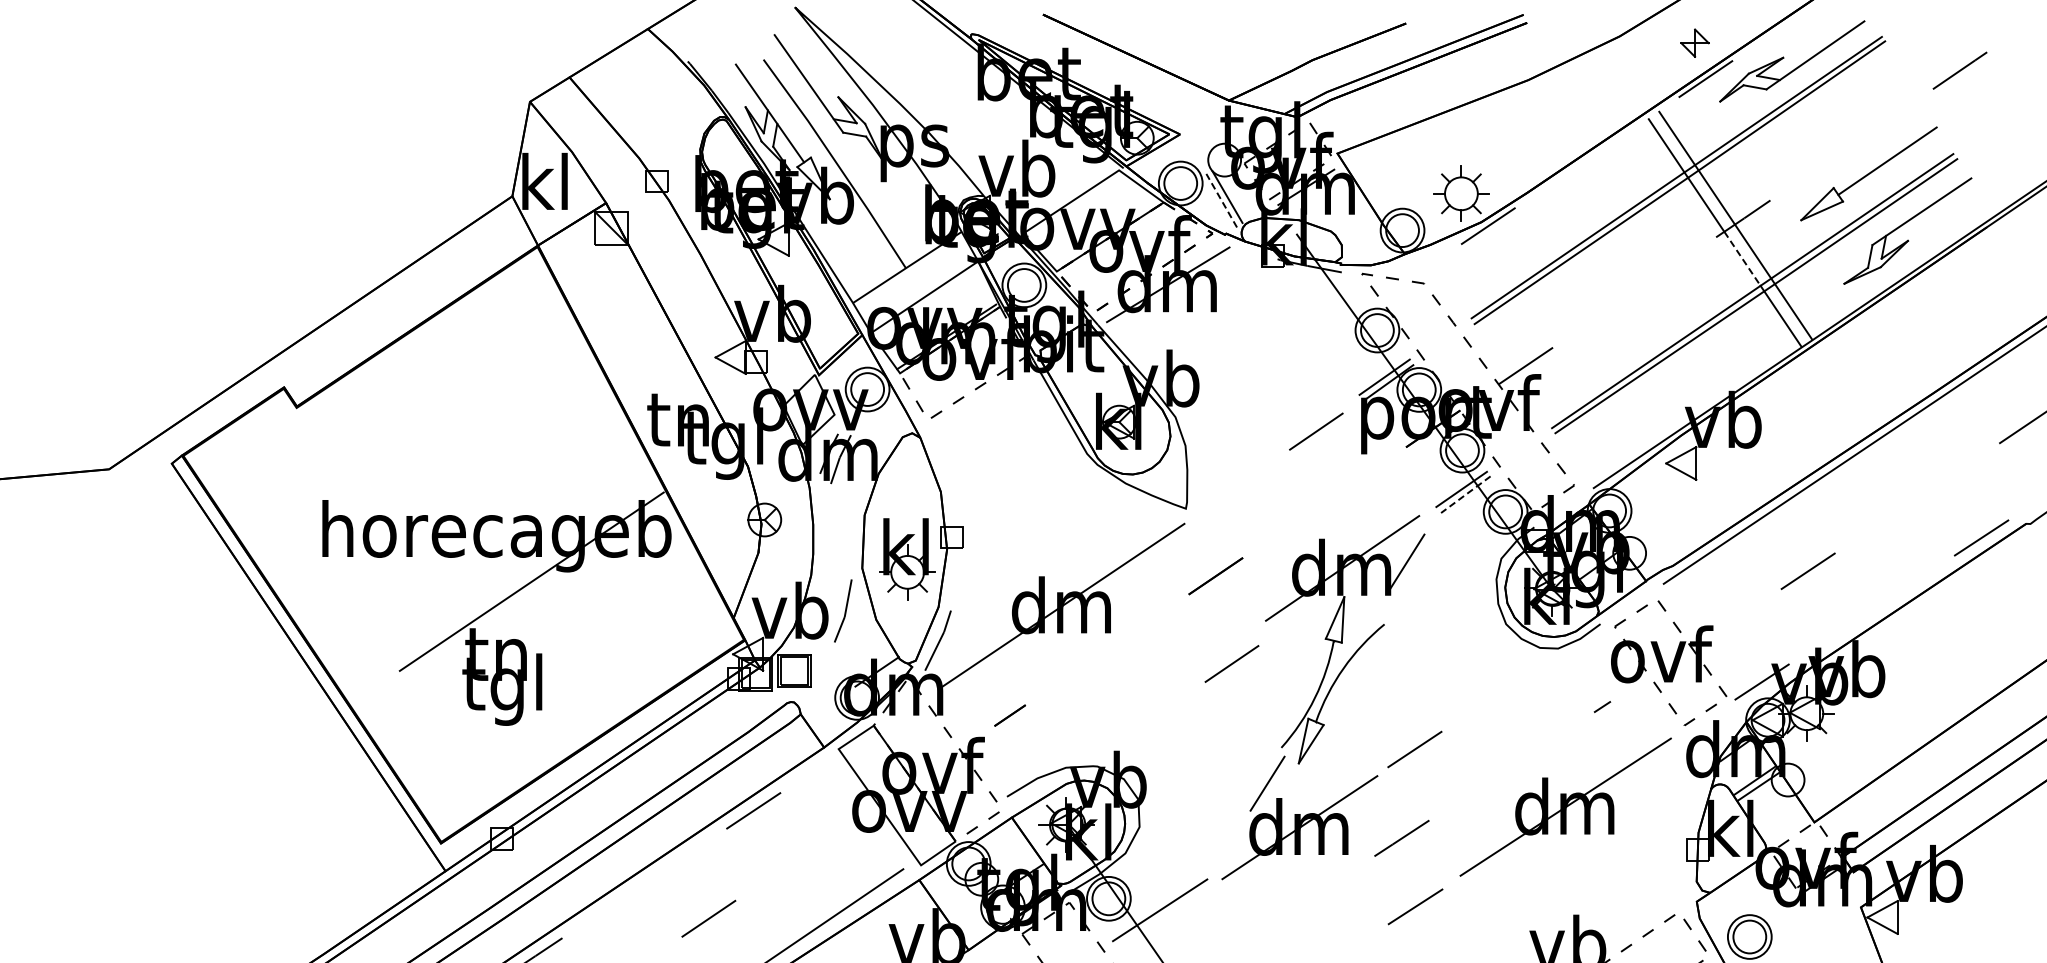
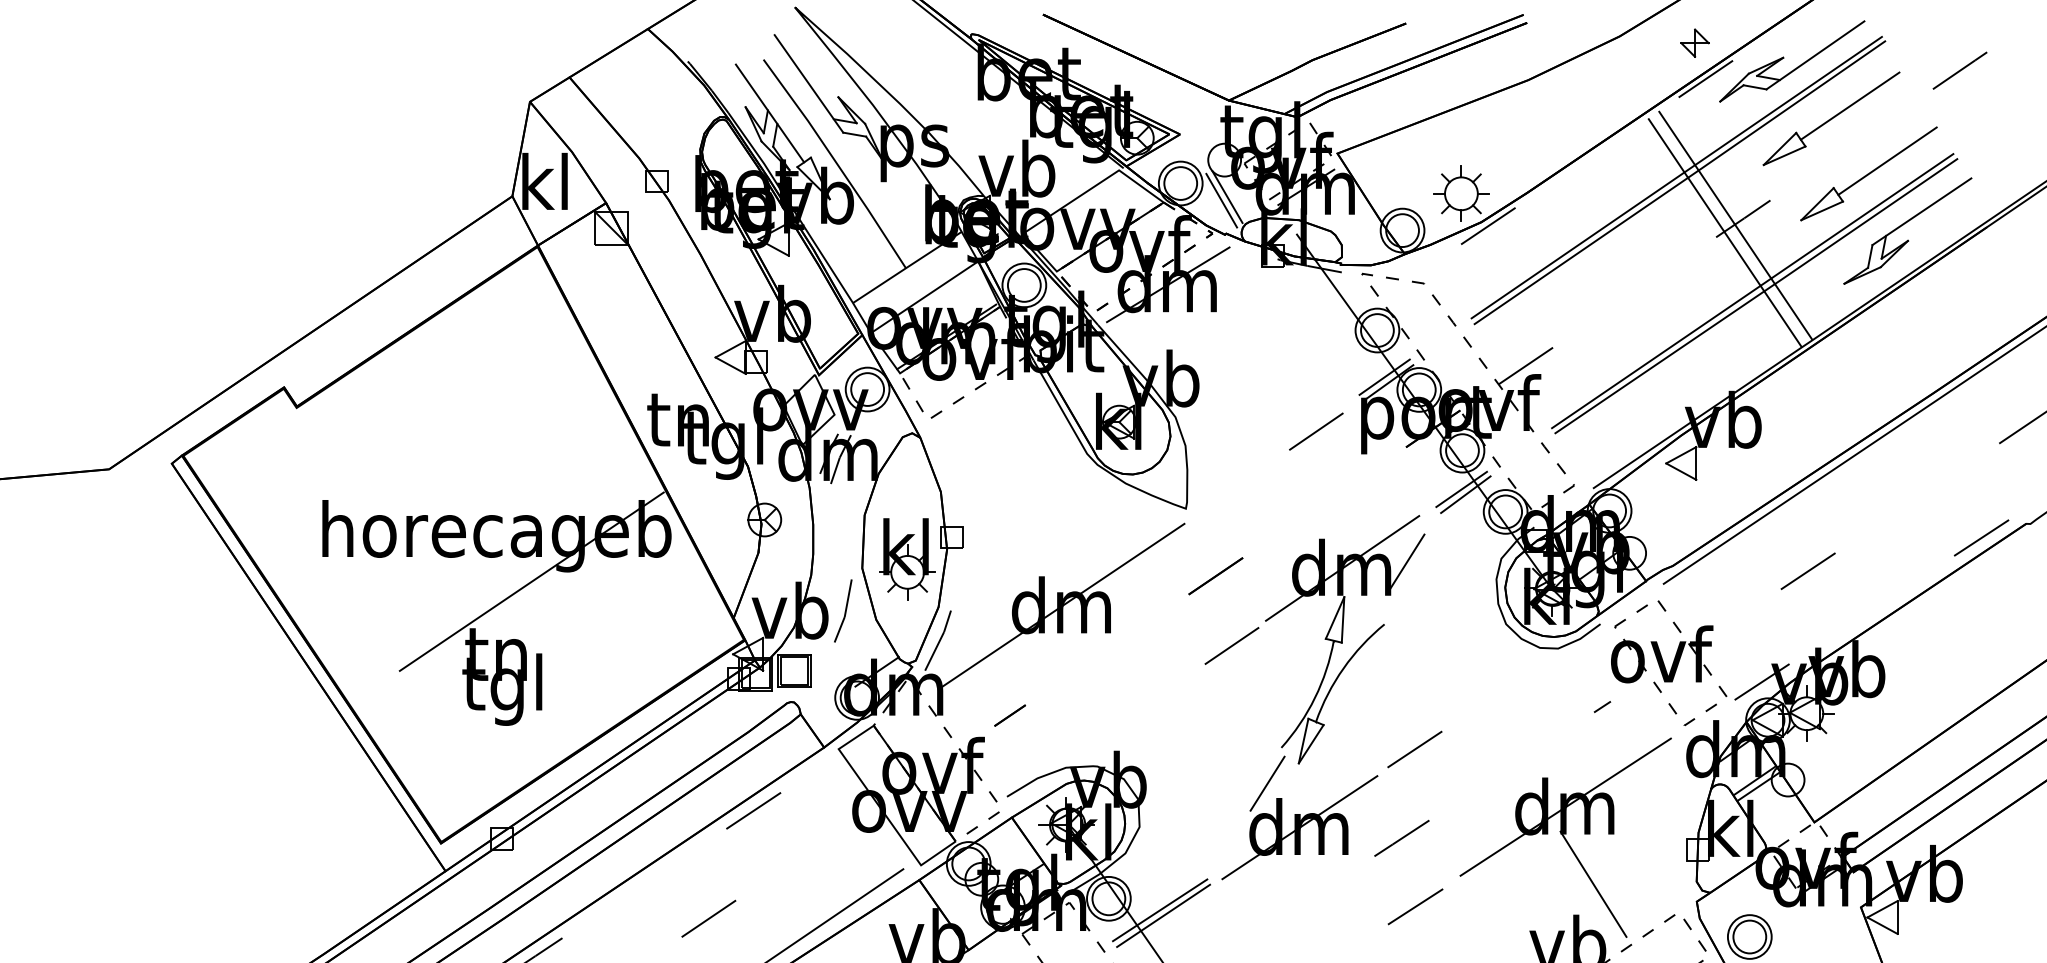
part at (1831, 118): none -> present
line at (1221, 200): dashed -> solid
line at (1742, 258): dashed -> solid
line at (1465, 494): dashed -> solid
line at (1231, 663) position: (1231, 663) -> (1231, 645)
line at (1593, 883): none -> present
line at (1163, 915): none -> present
